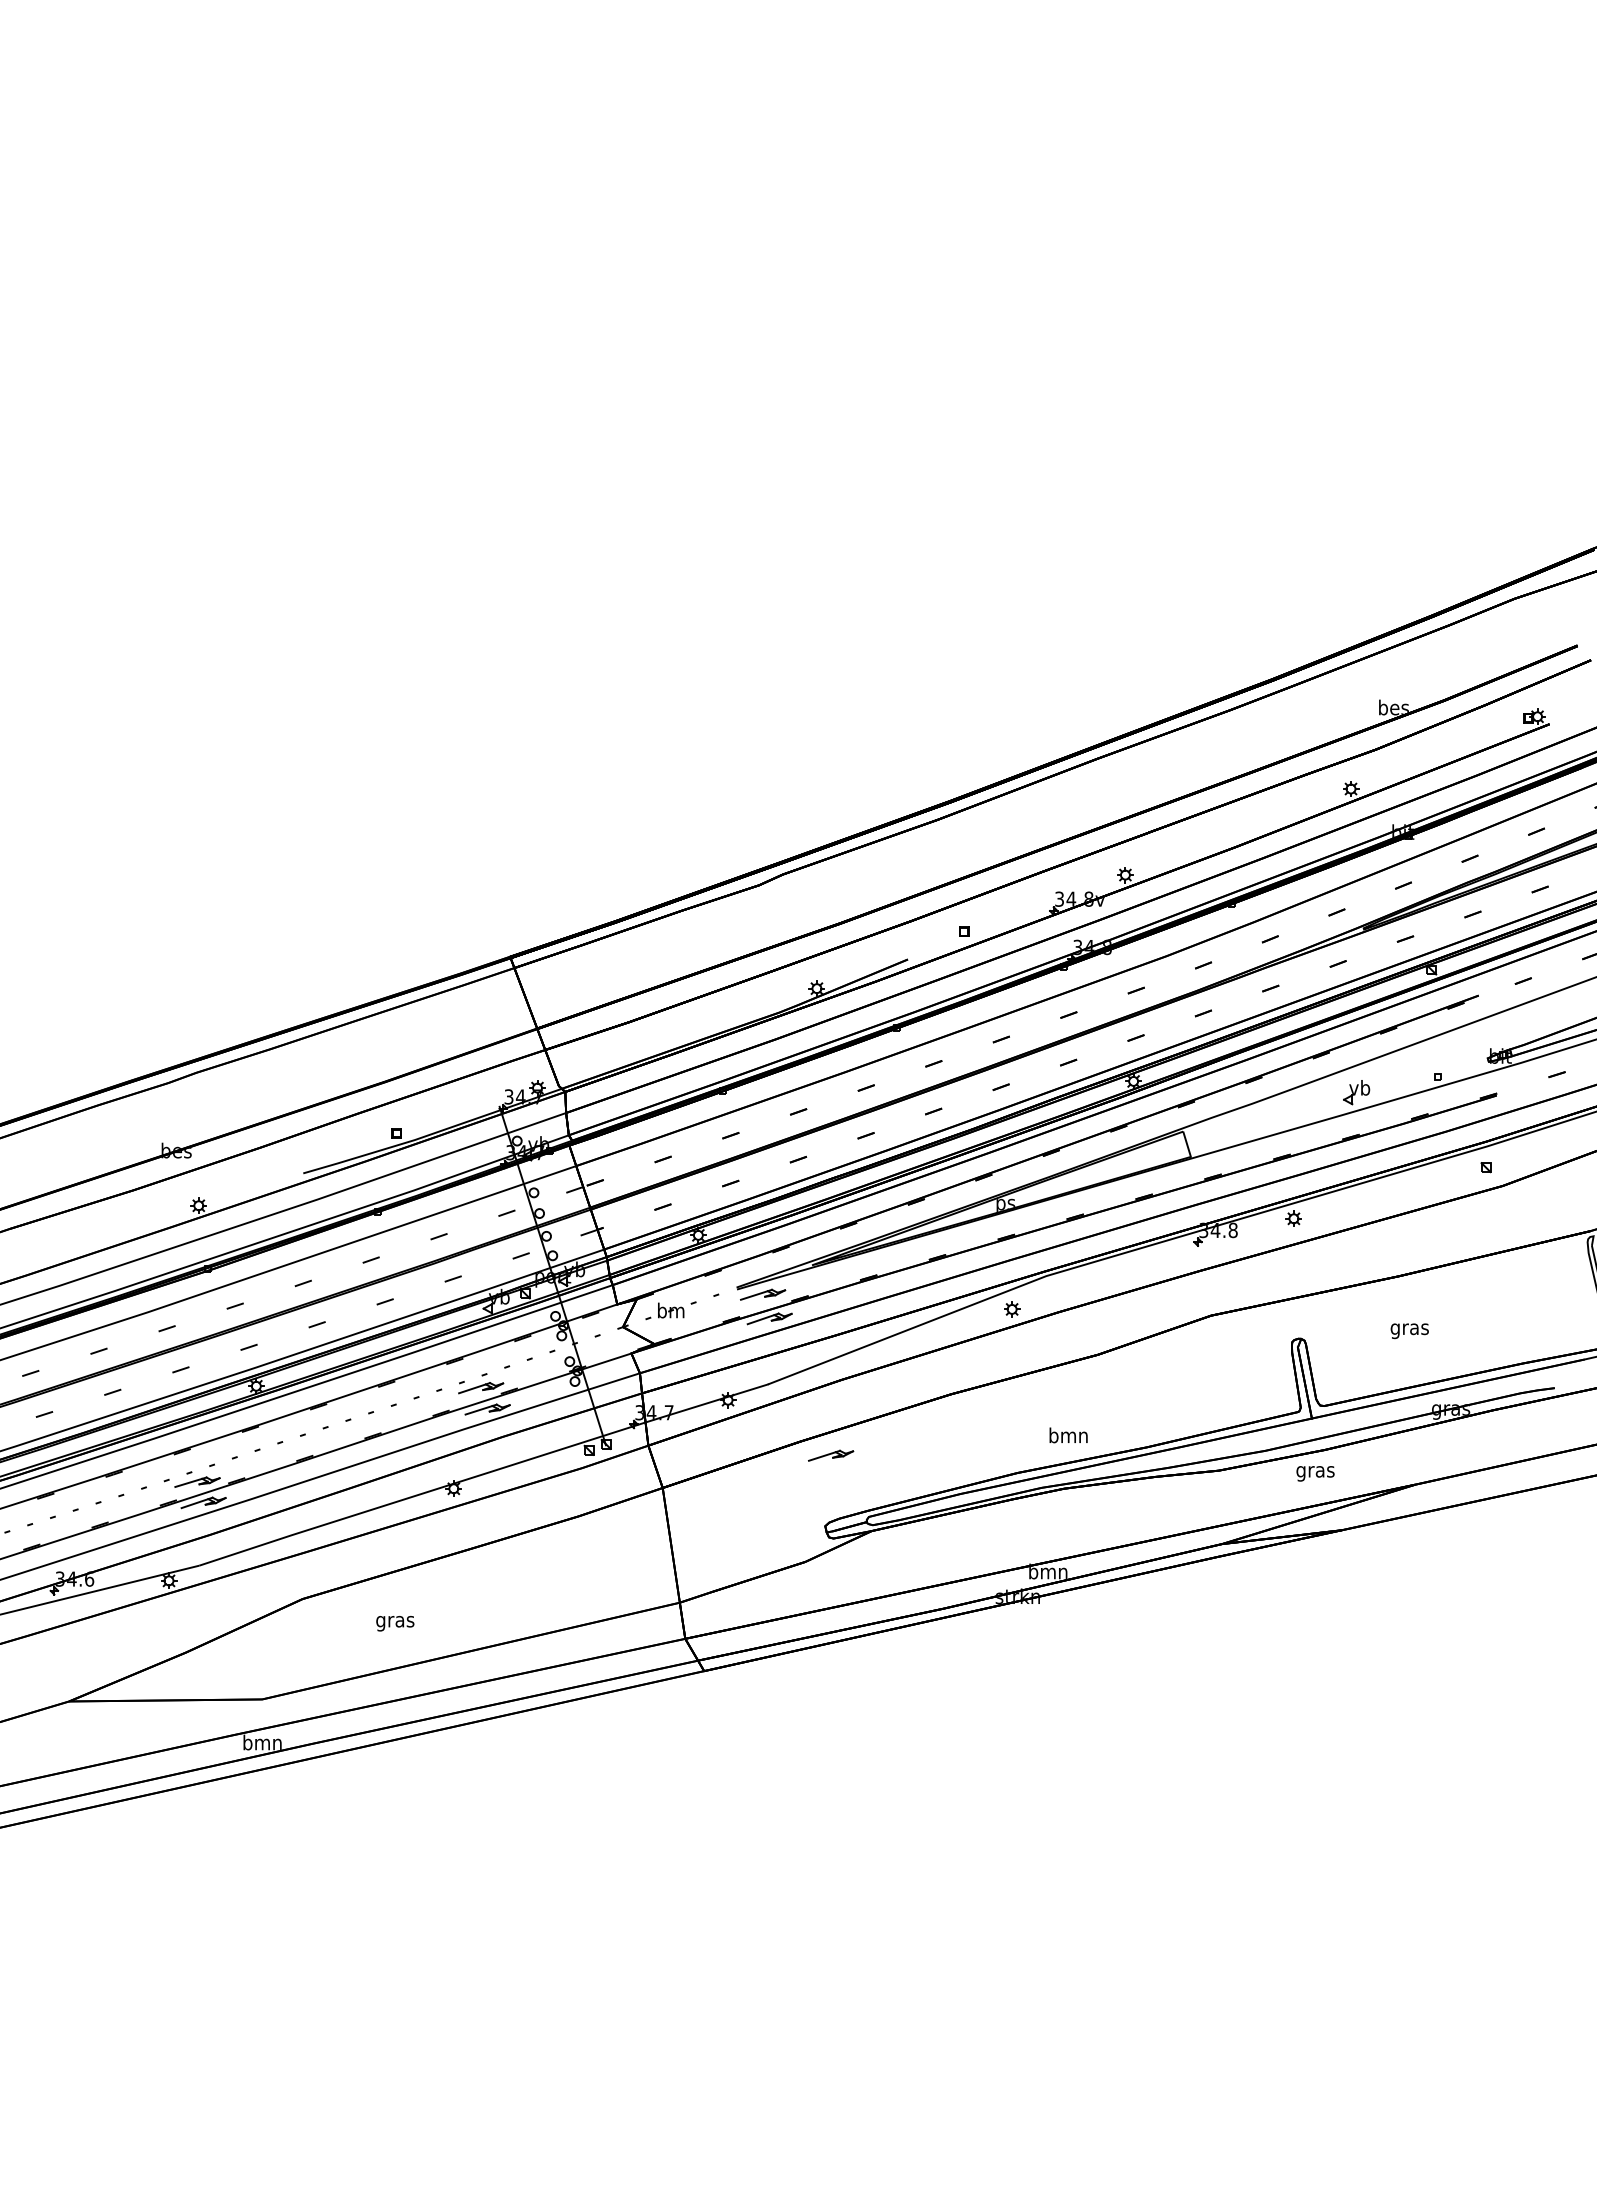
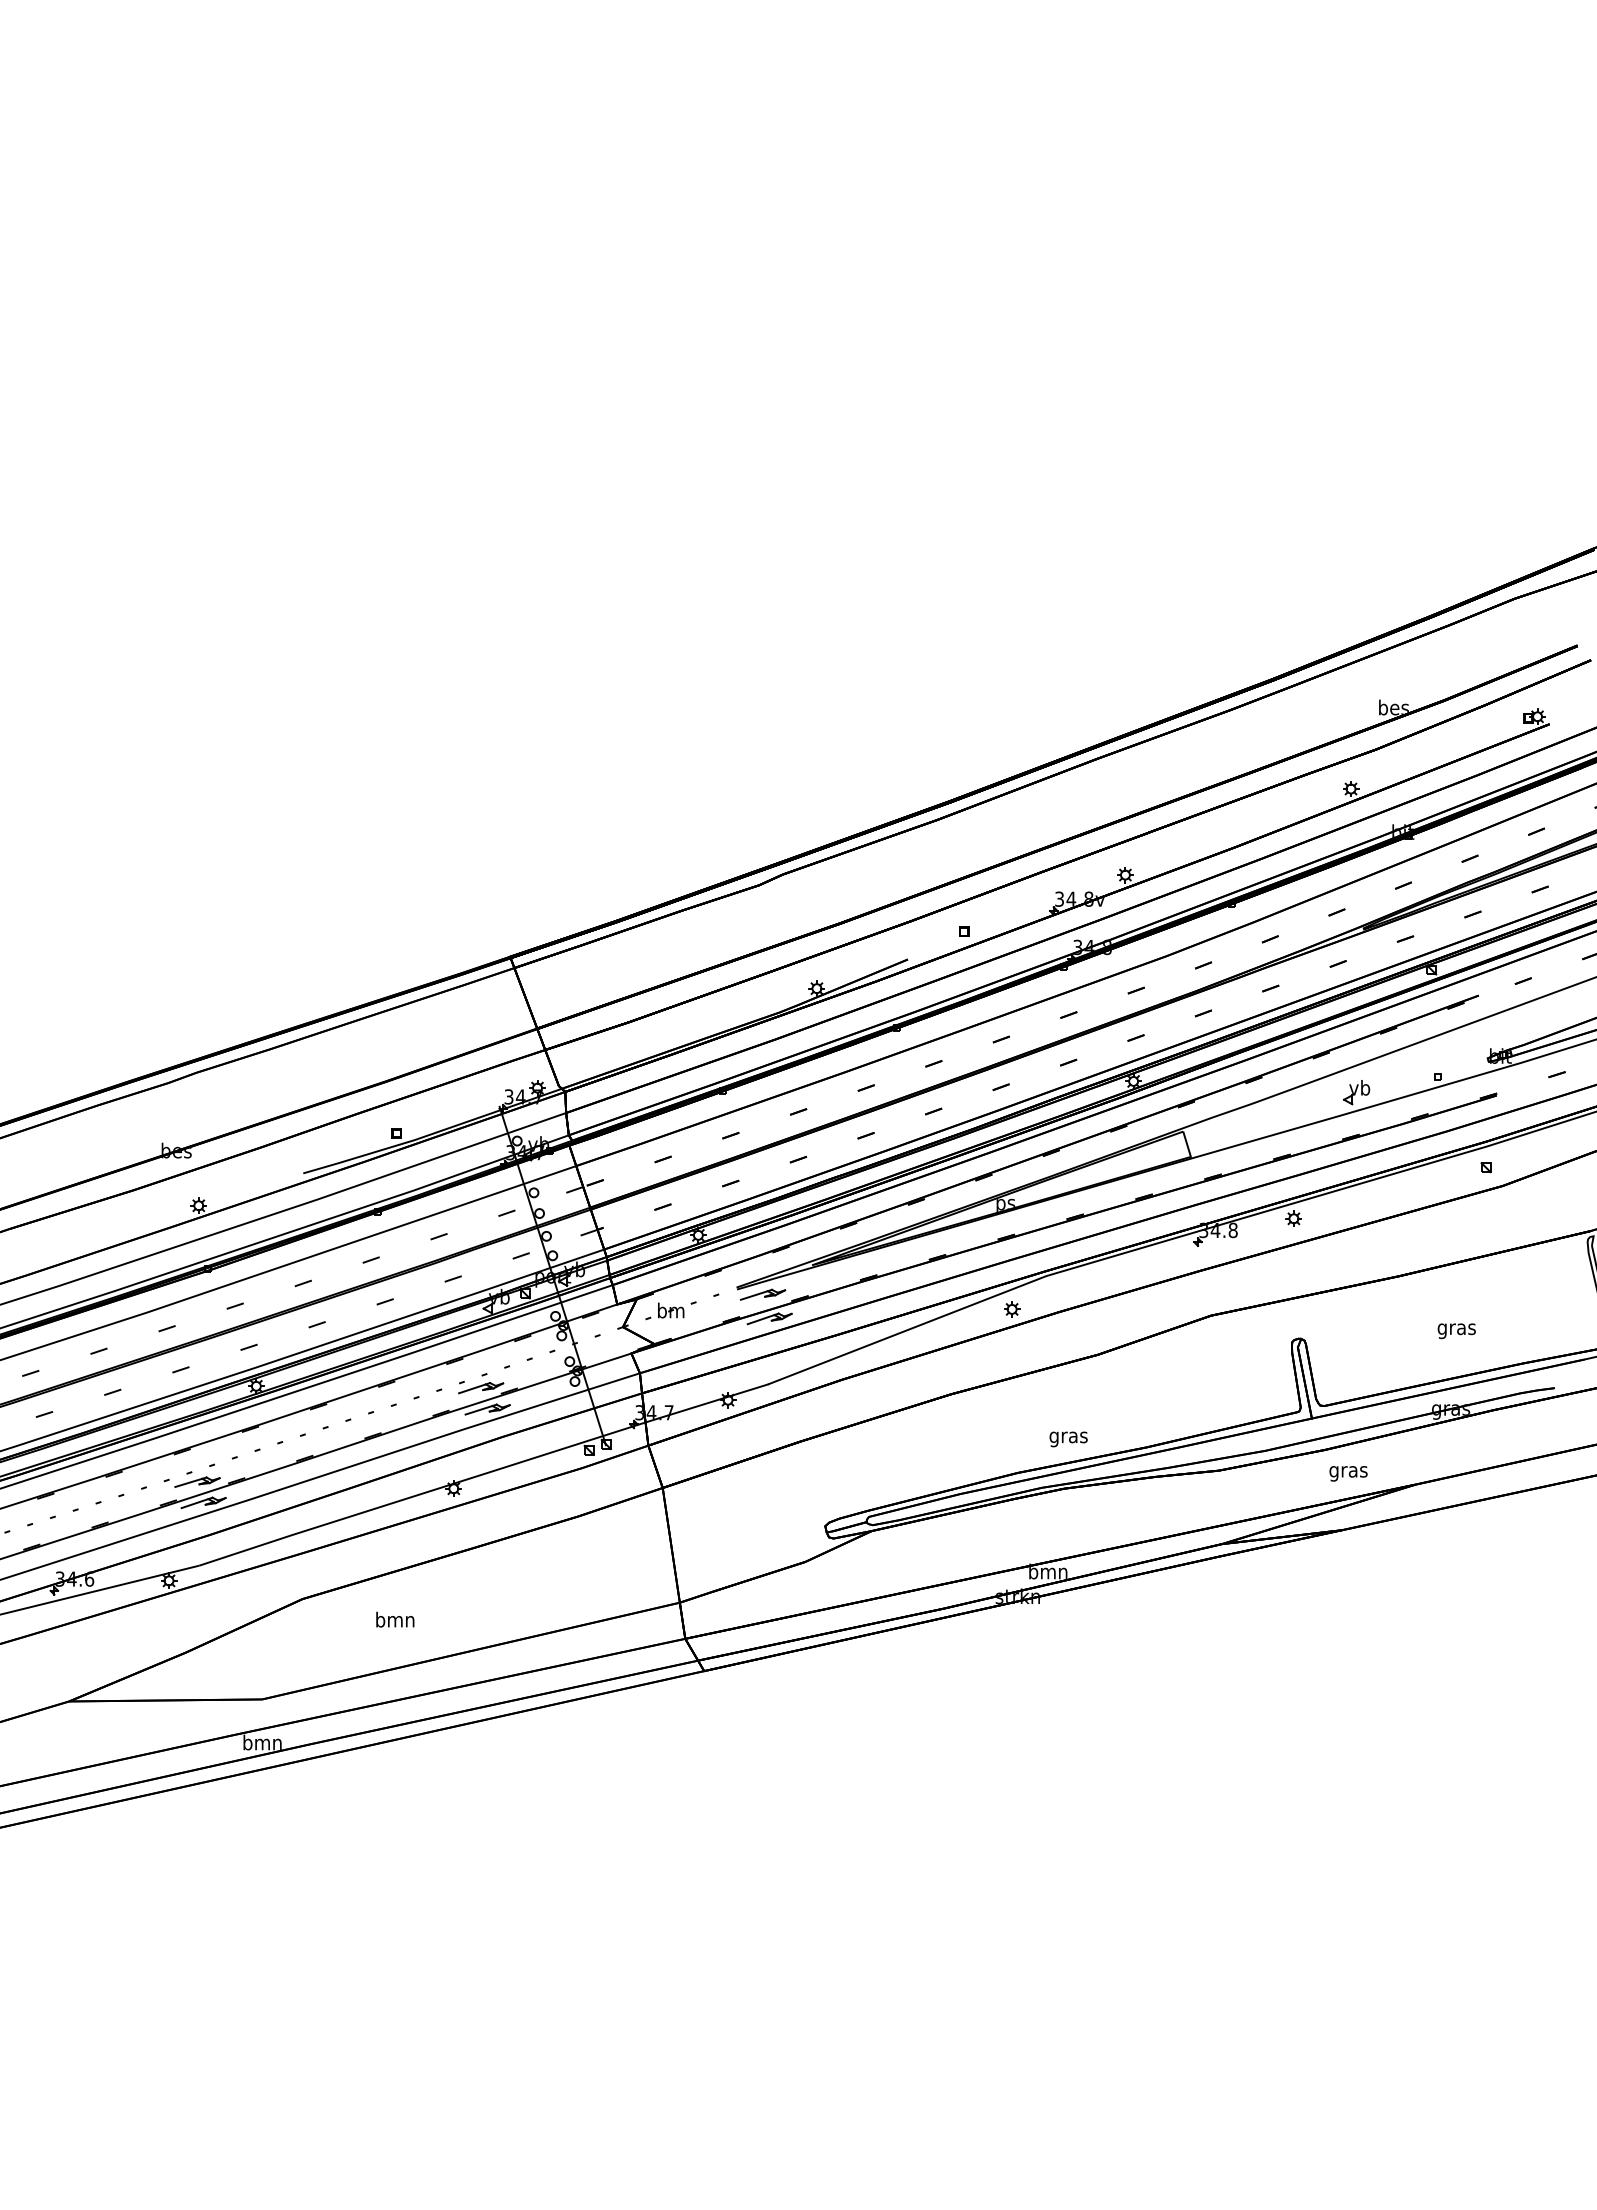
text at (1409, 1331) position: (1409, 1331) -> (1456, 1331)
text at (1068, 1437): bmn -> gras
part at (831, 1455): present -> none
text at (1315, 1473) position: (1315, 1473) -> (1348, 1473)
text at (395, 1621): gras -> bmn
